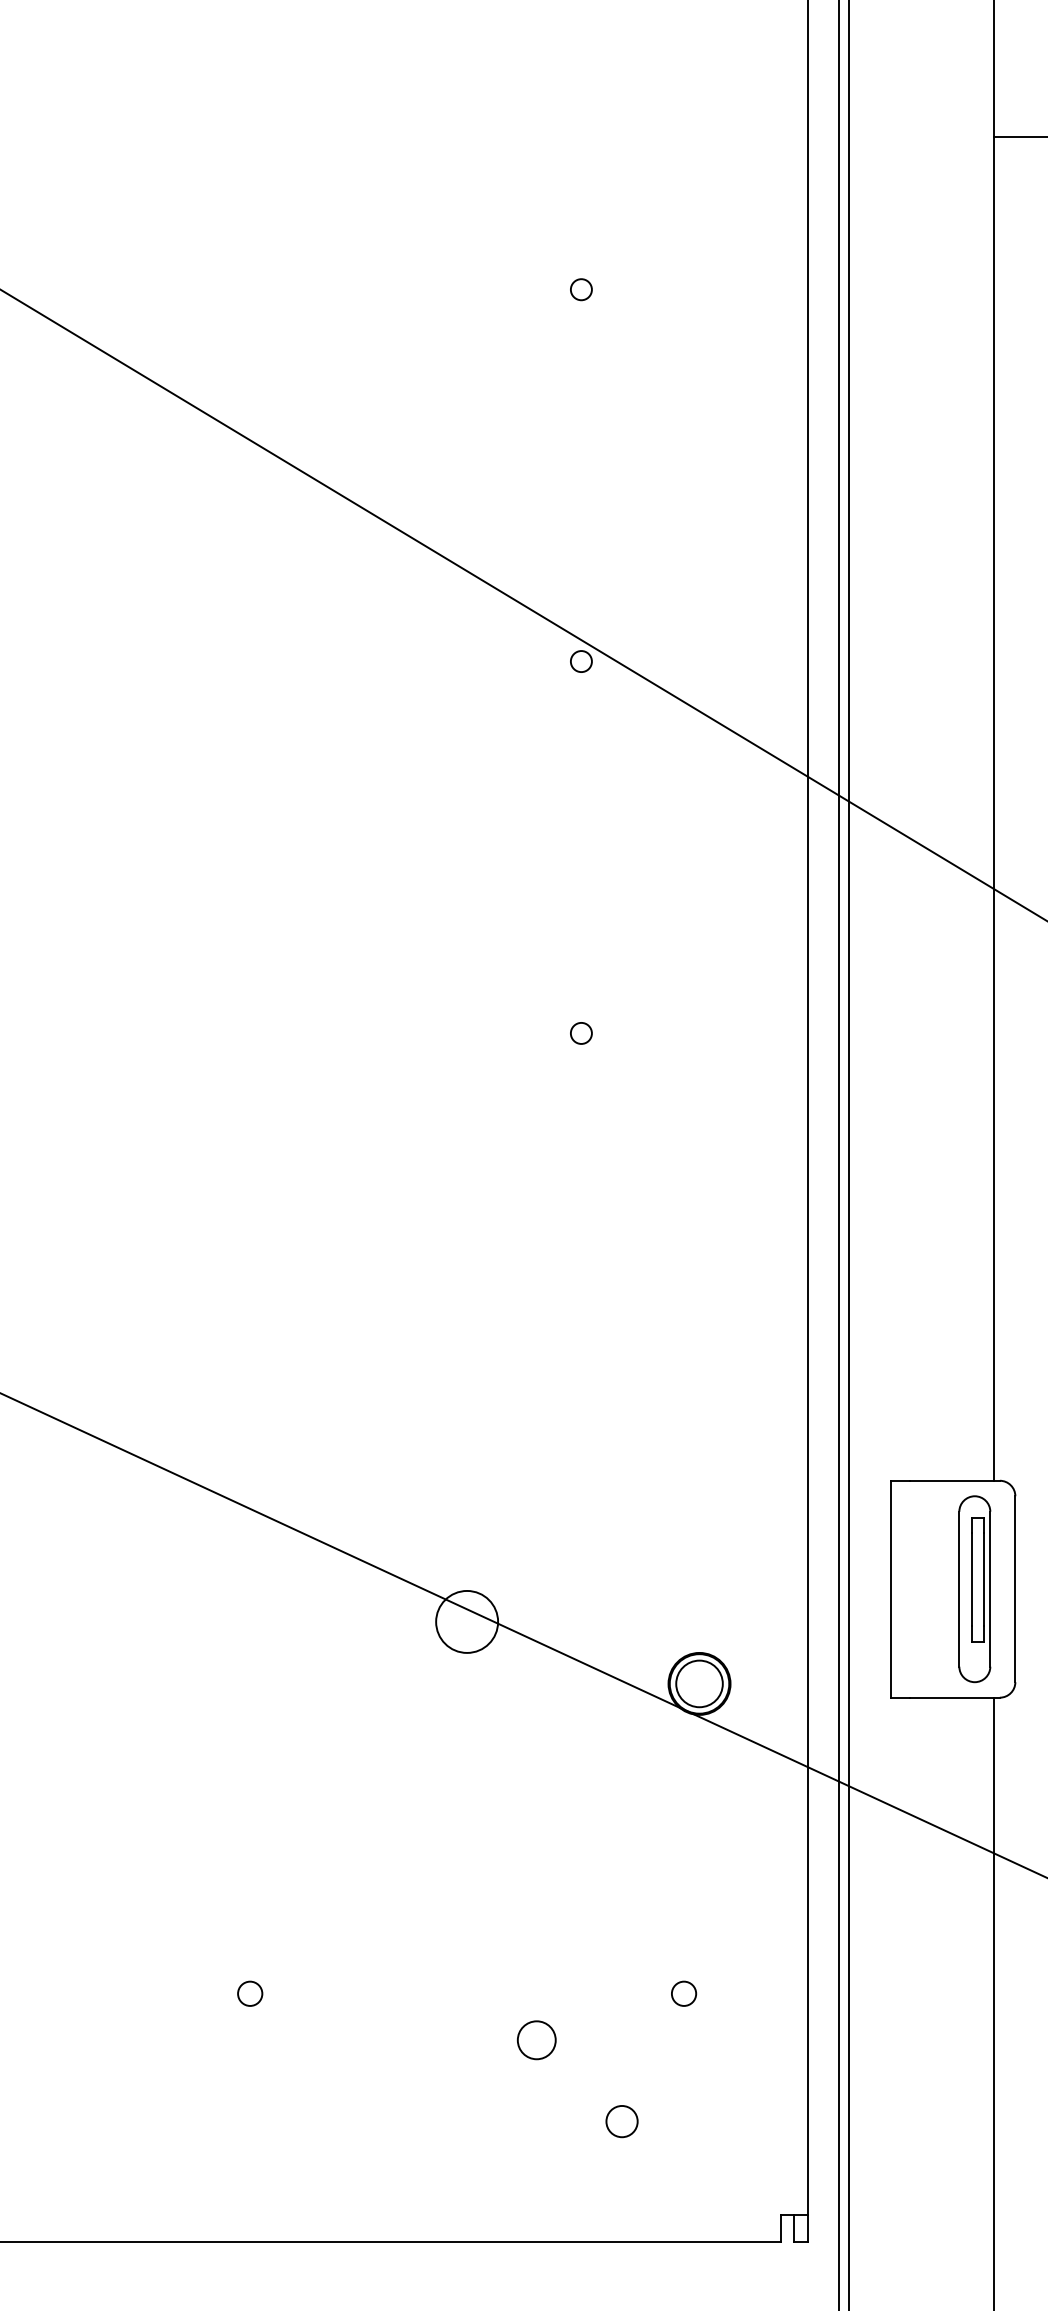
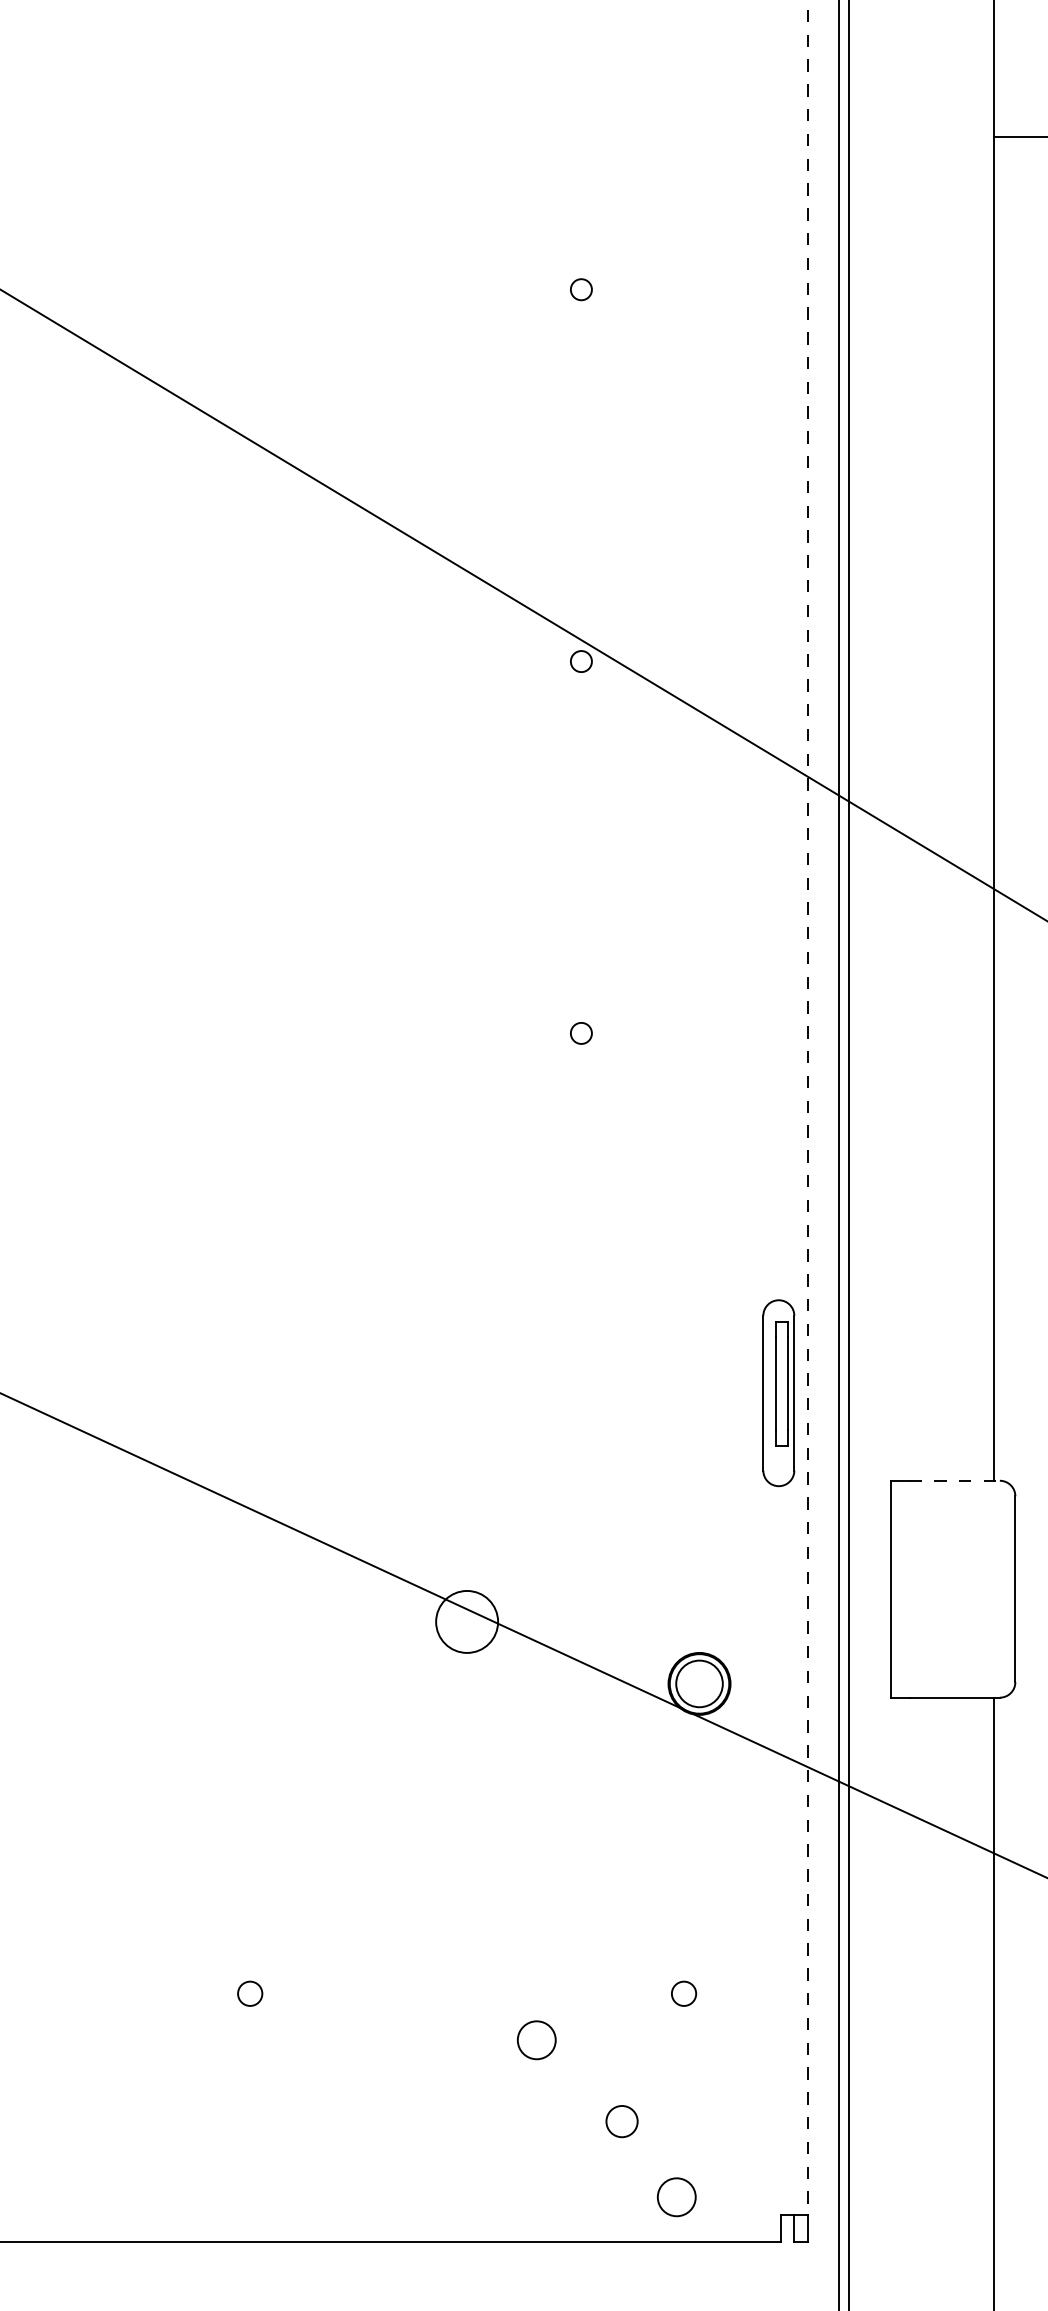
line at (807, 1108): solid -> dashed
line at (955, 1480): solid -> dashed
part at (974, 1589) position: (974, 1589) -> (778, 1393)
circle at (676, 2197): none -> present
